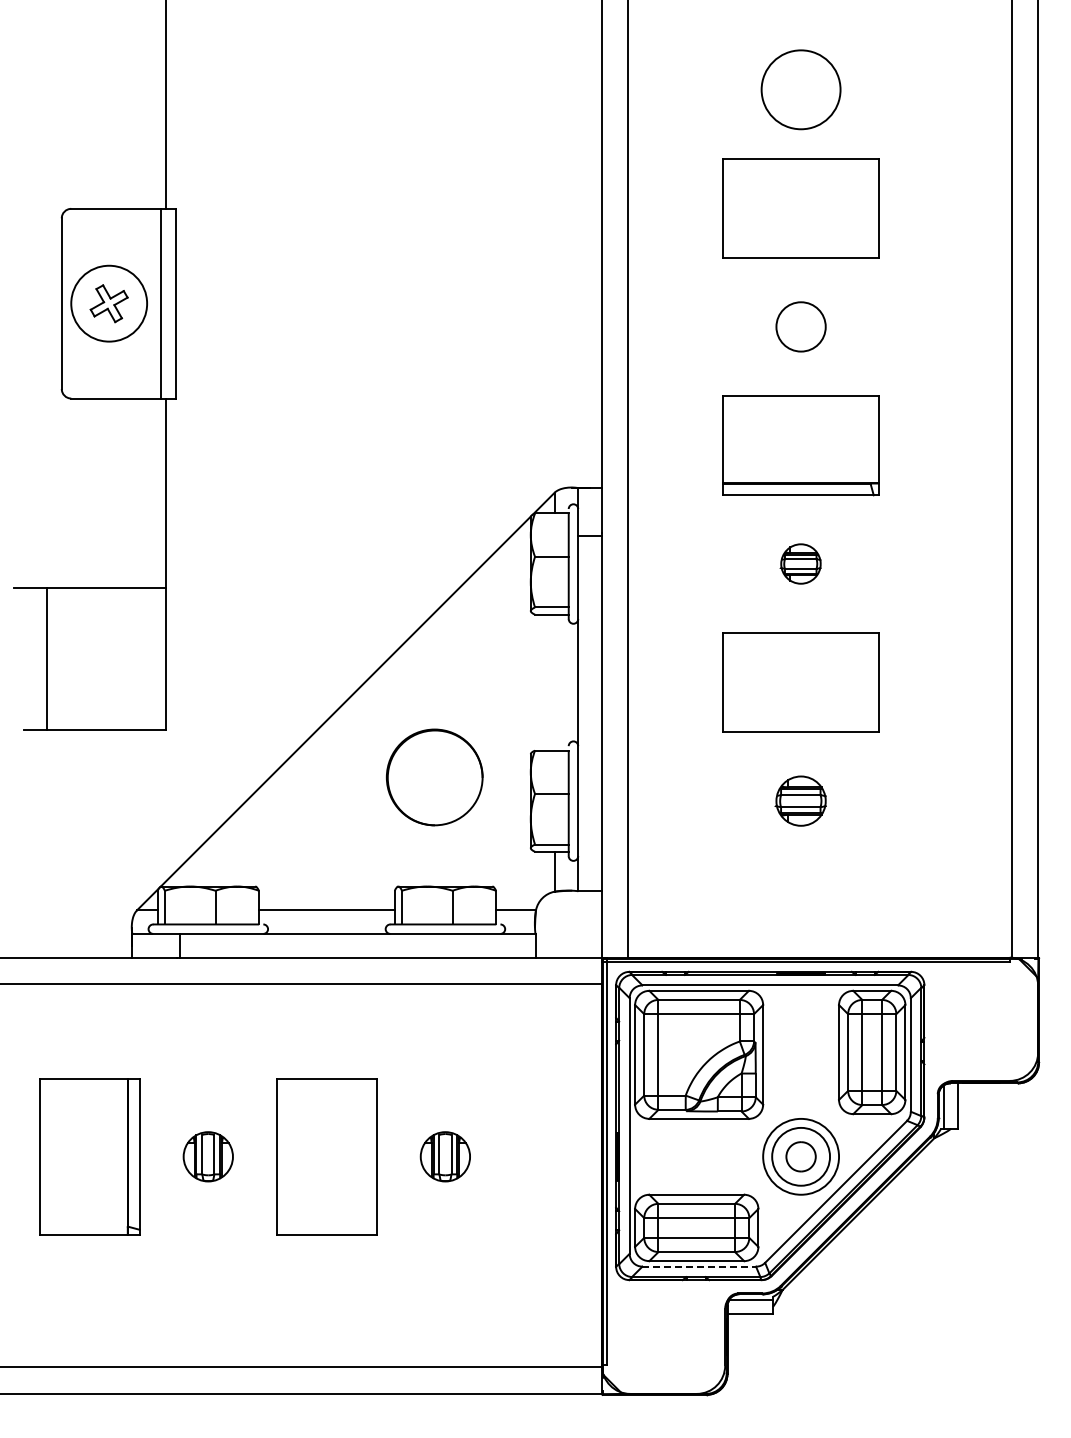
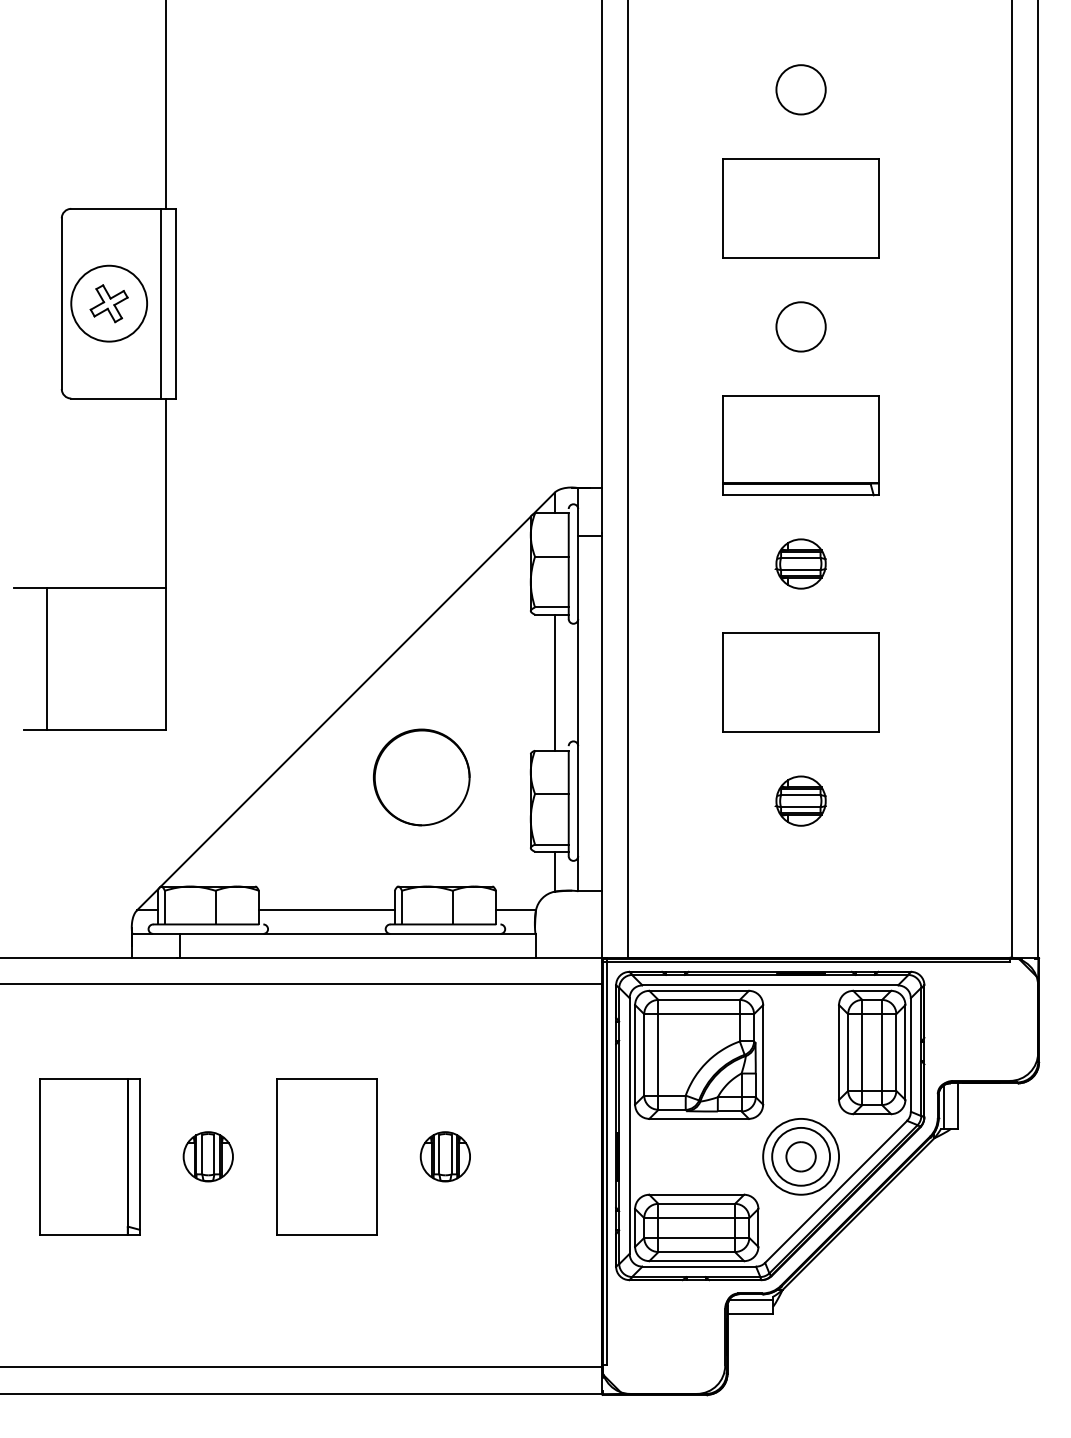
circle at (800, 89) diameter: 79 px -> 49 px
part at (800, 563) size: 43x42 px -> 53x52 px
line at (554, 682): none -> present
part at (434, 777) position: (434, 777) -> (421, 777)
line at (699, 1266): dashed -> solid
